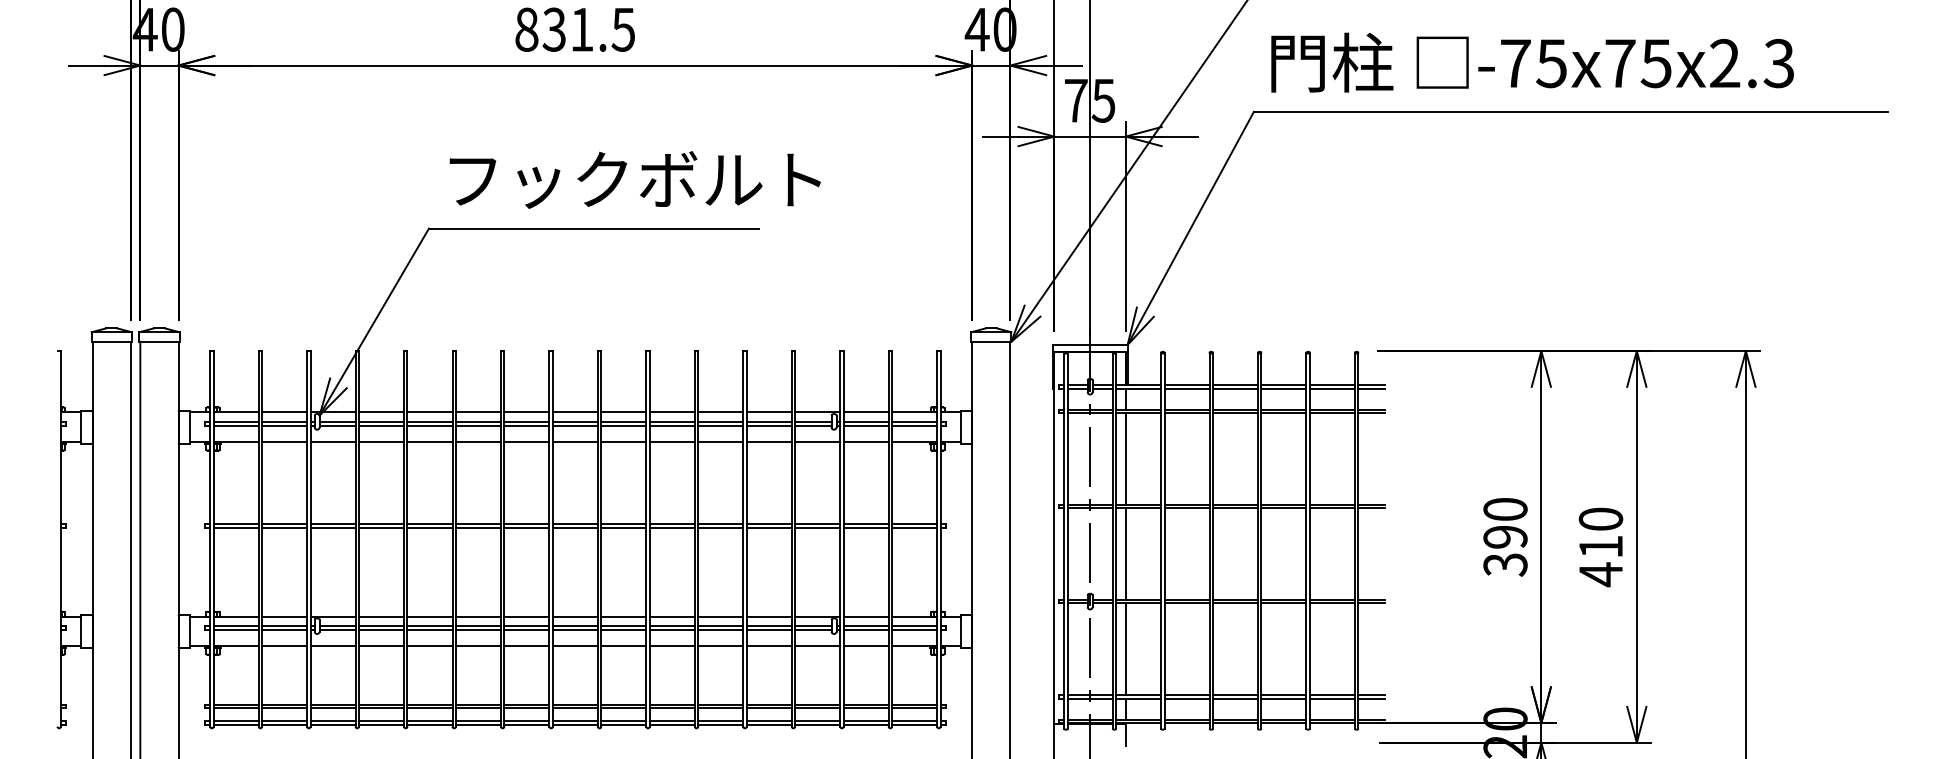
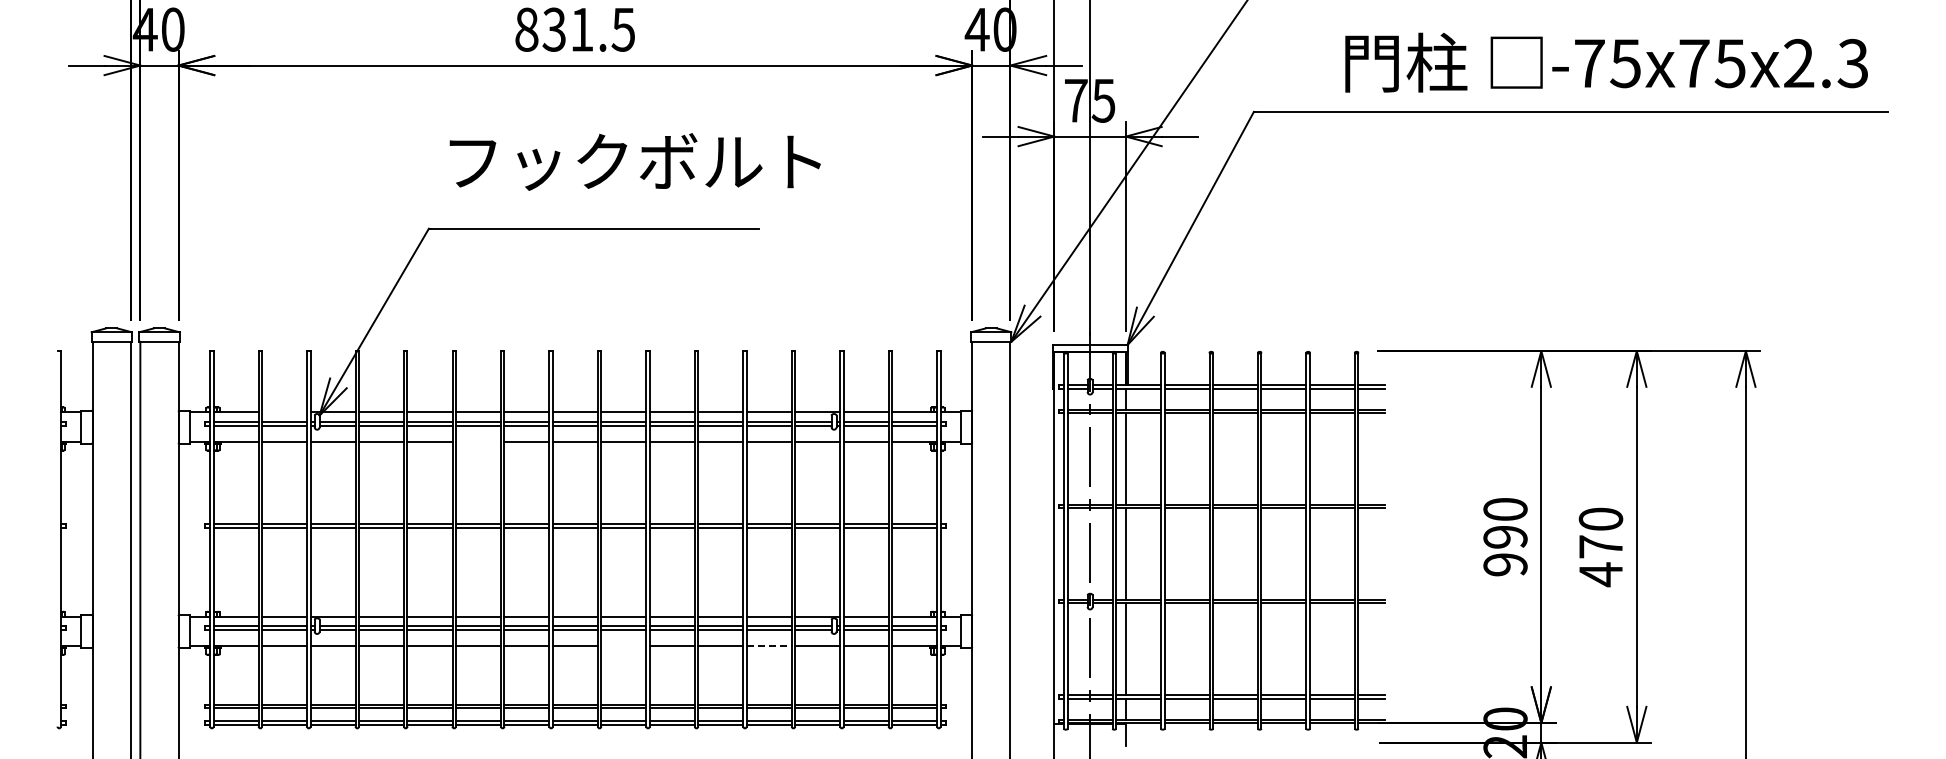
text at (1532, 62) position: (1532, 62) -> (1606, 62)
text at (634, 179) position: (634, 179) -> (634, 161)
line at (284, 412): present -> none
line at (477, 442): present -> none
text at (1600, 546): 410 -> 470
text at (1505, 564): 390 -> 990
line at (623, 646): present -> none
line at (769, 646): solid -> dashed
